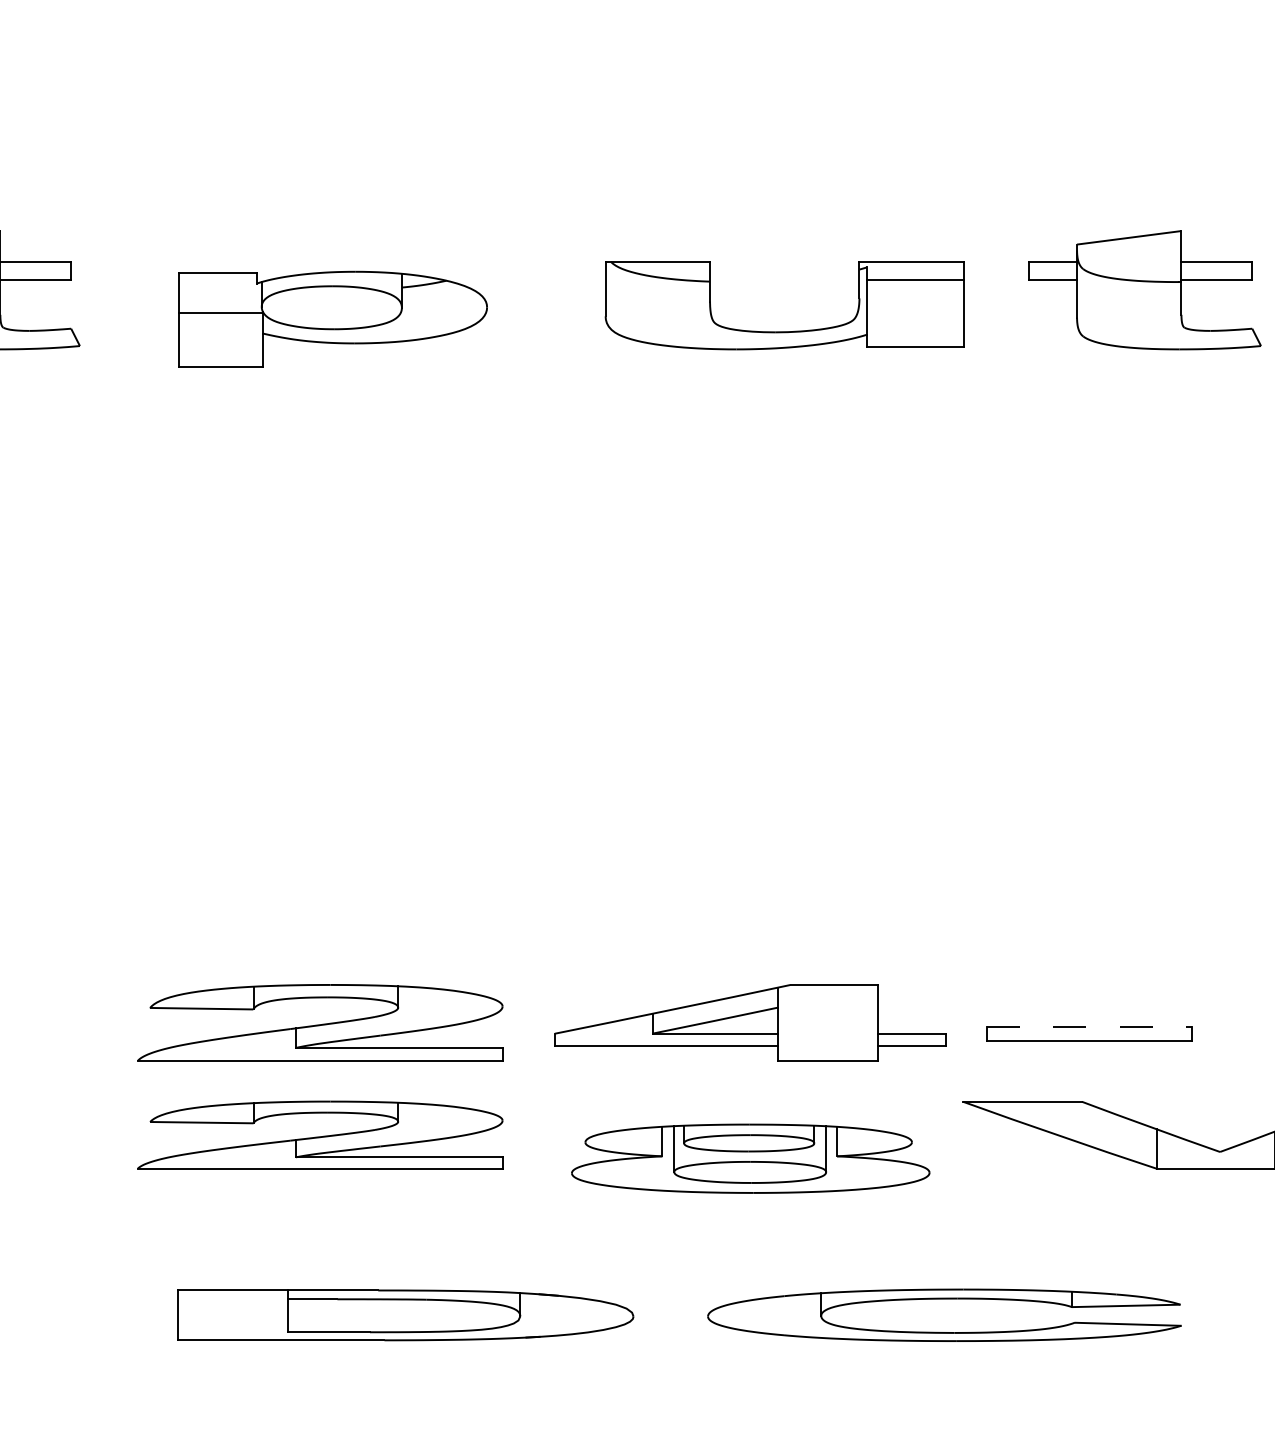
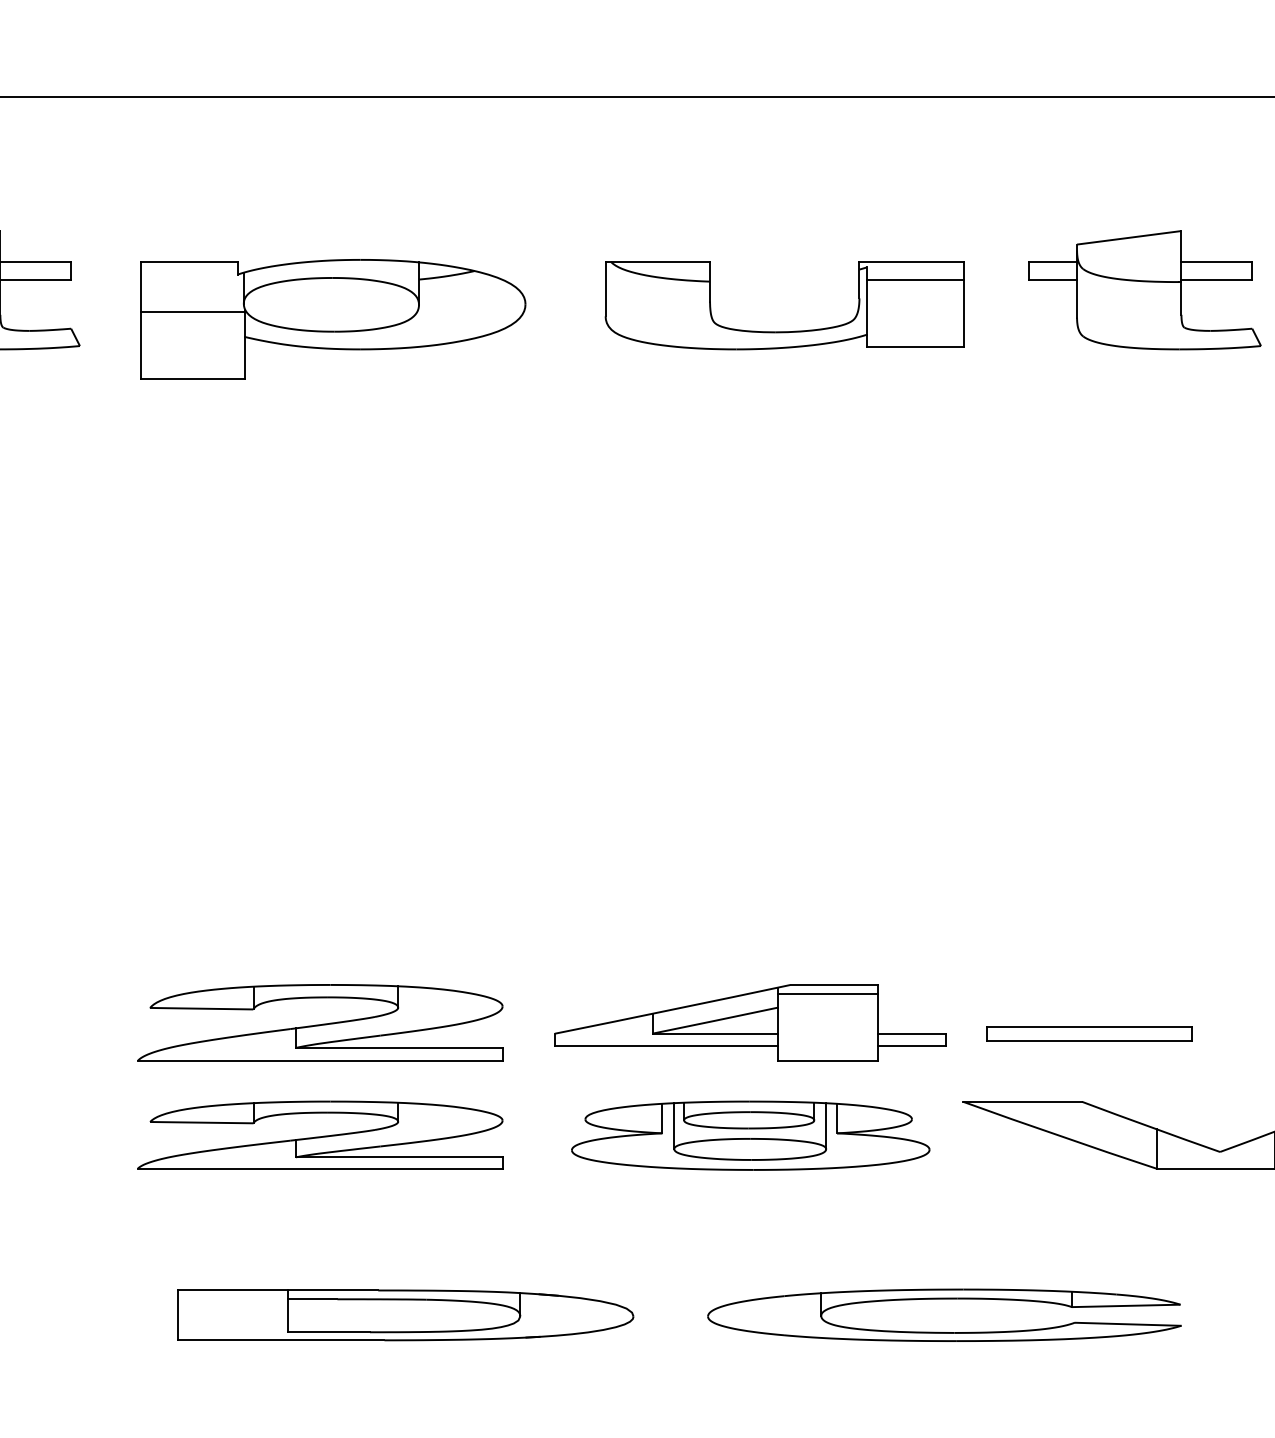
line at (636, 96): none -> present
part at (332, 318) size: 310x98 px -> 387x121 px
line at (827, 994): none -> present
line at (1089, 1026): dashed -> solid
part at (750, 1158) position: (750, 1158) -> (750, 1135)
